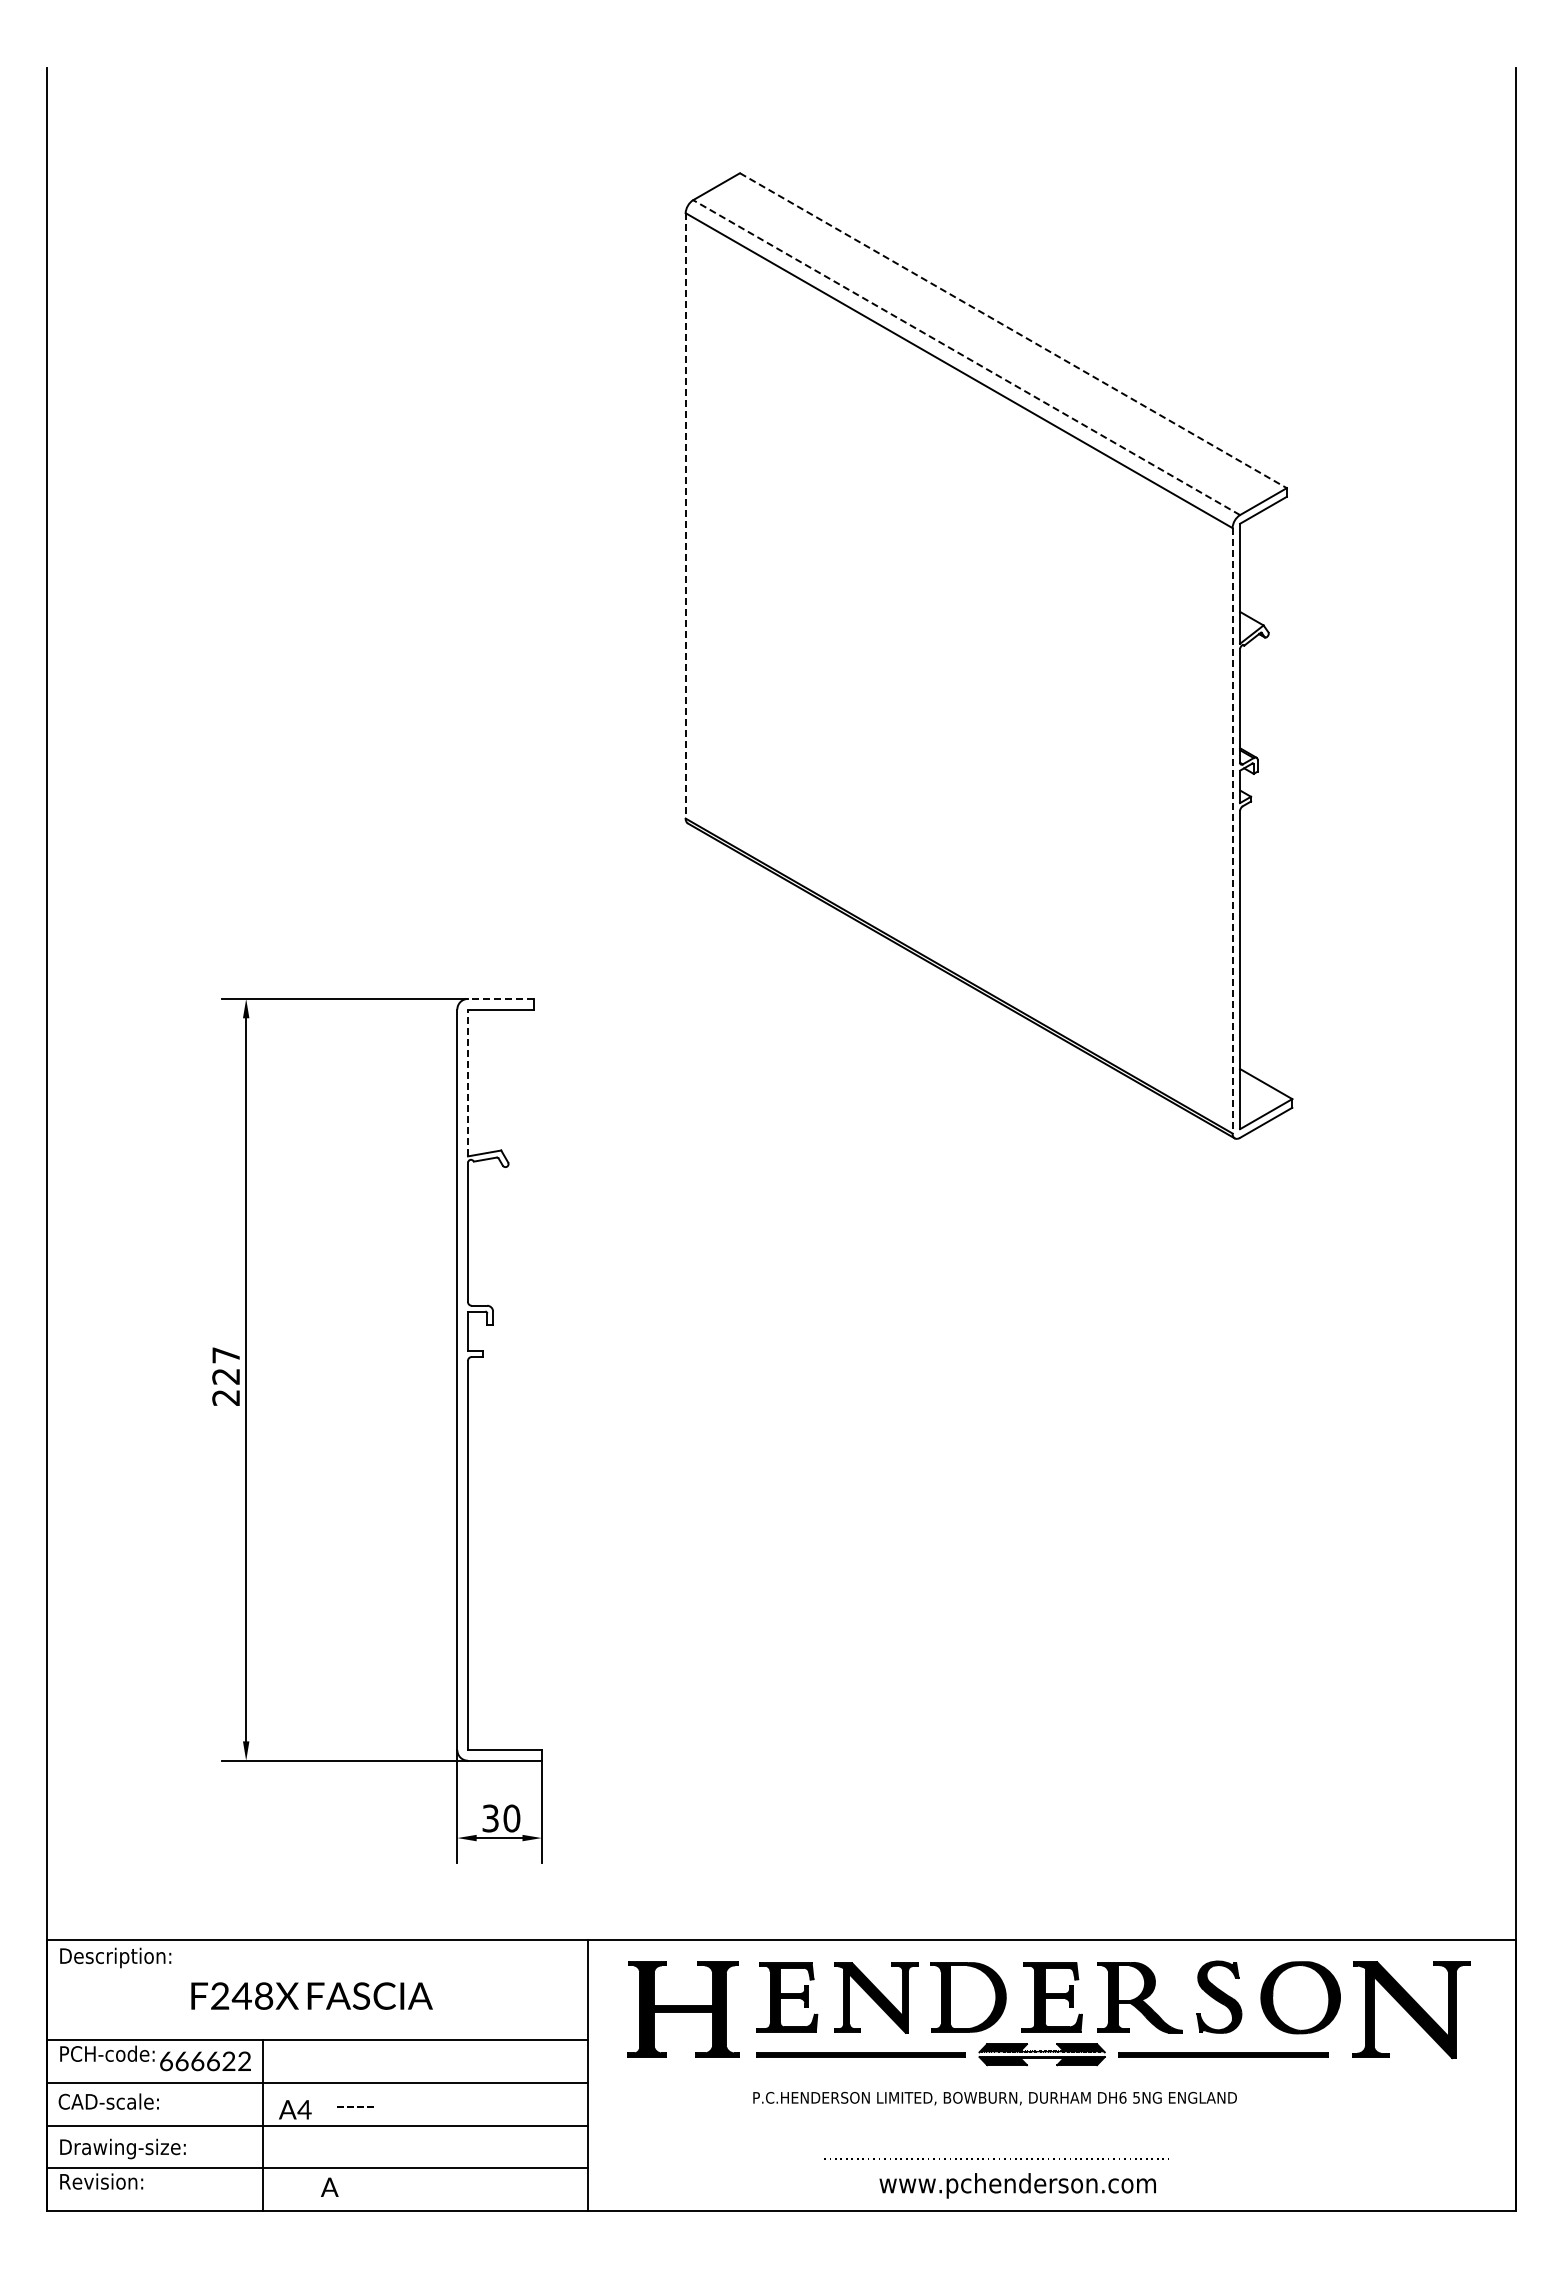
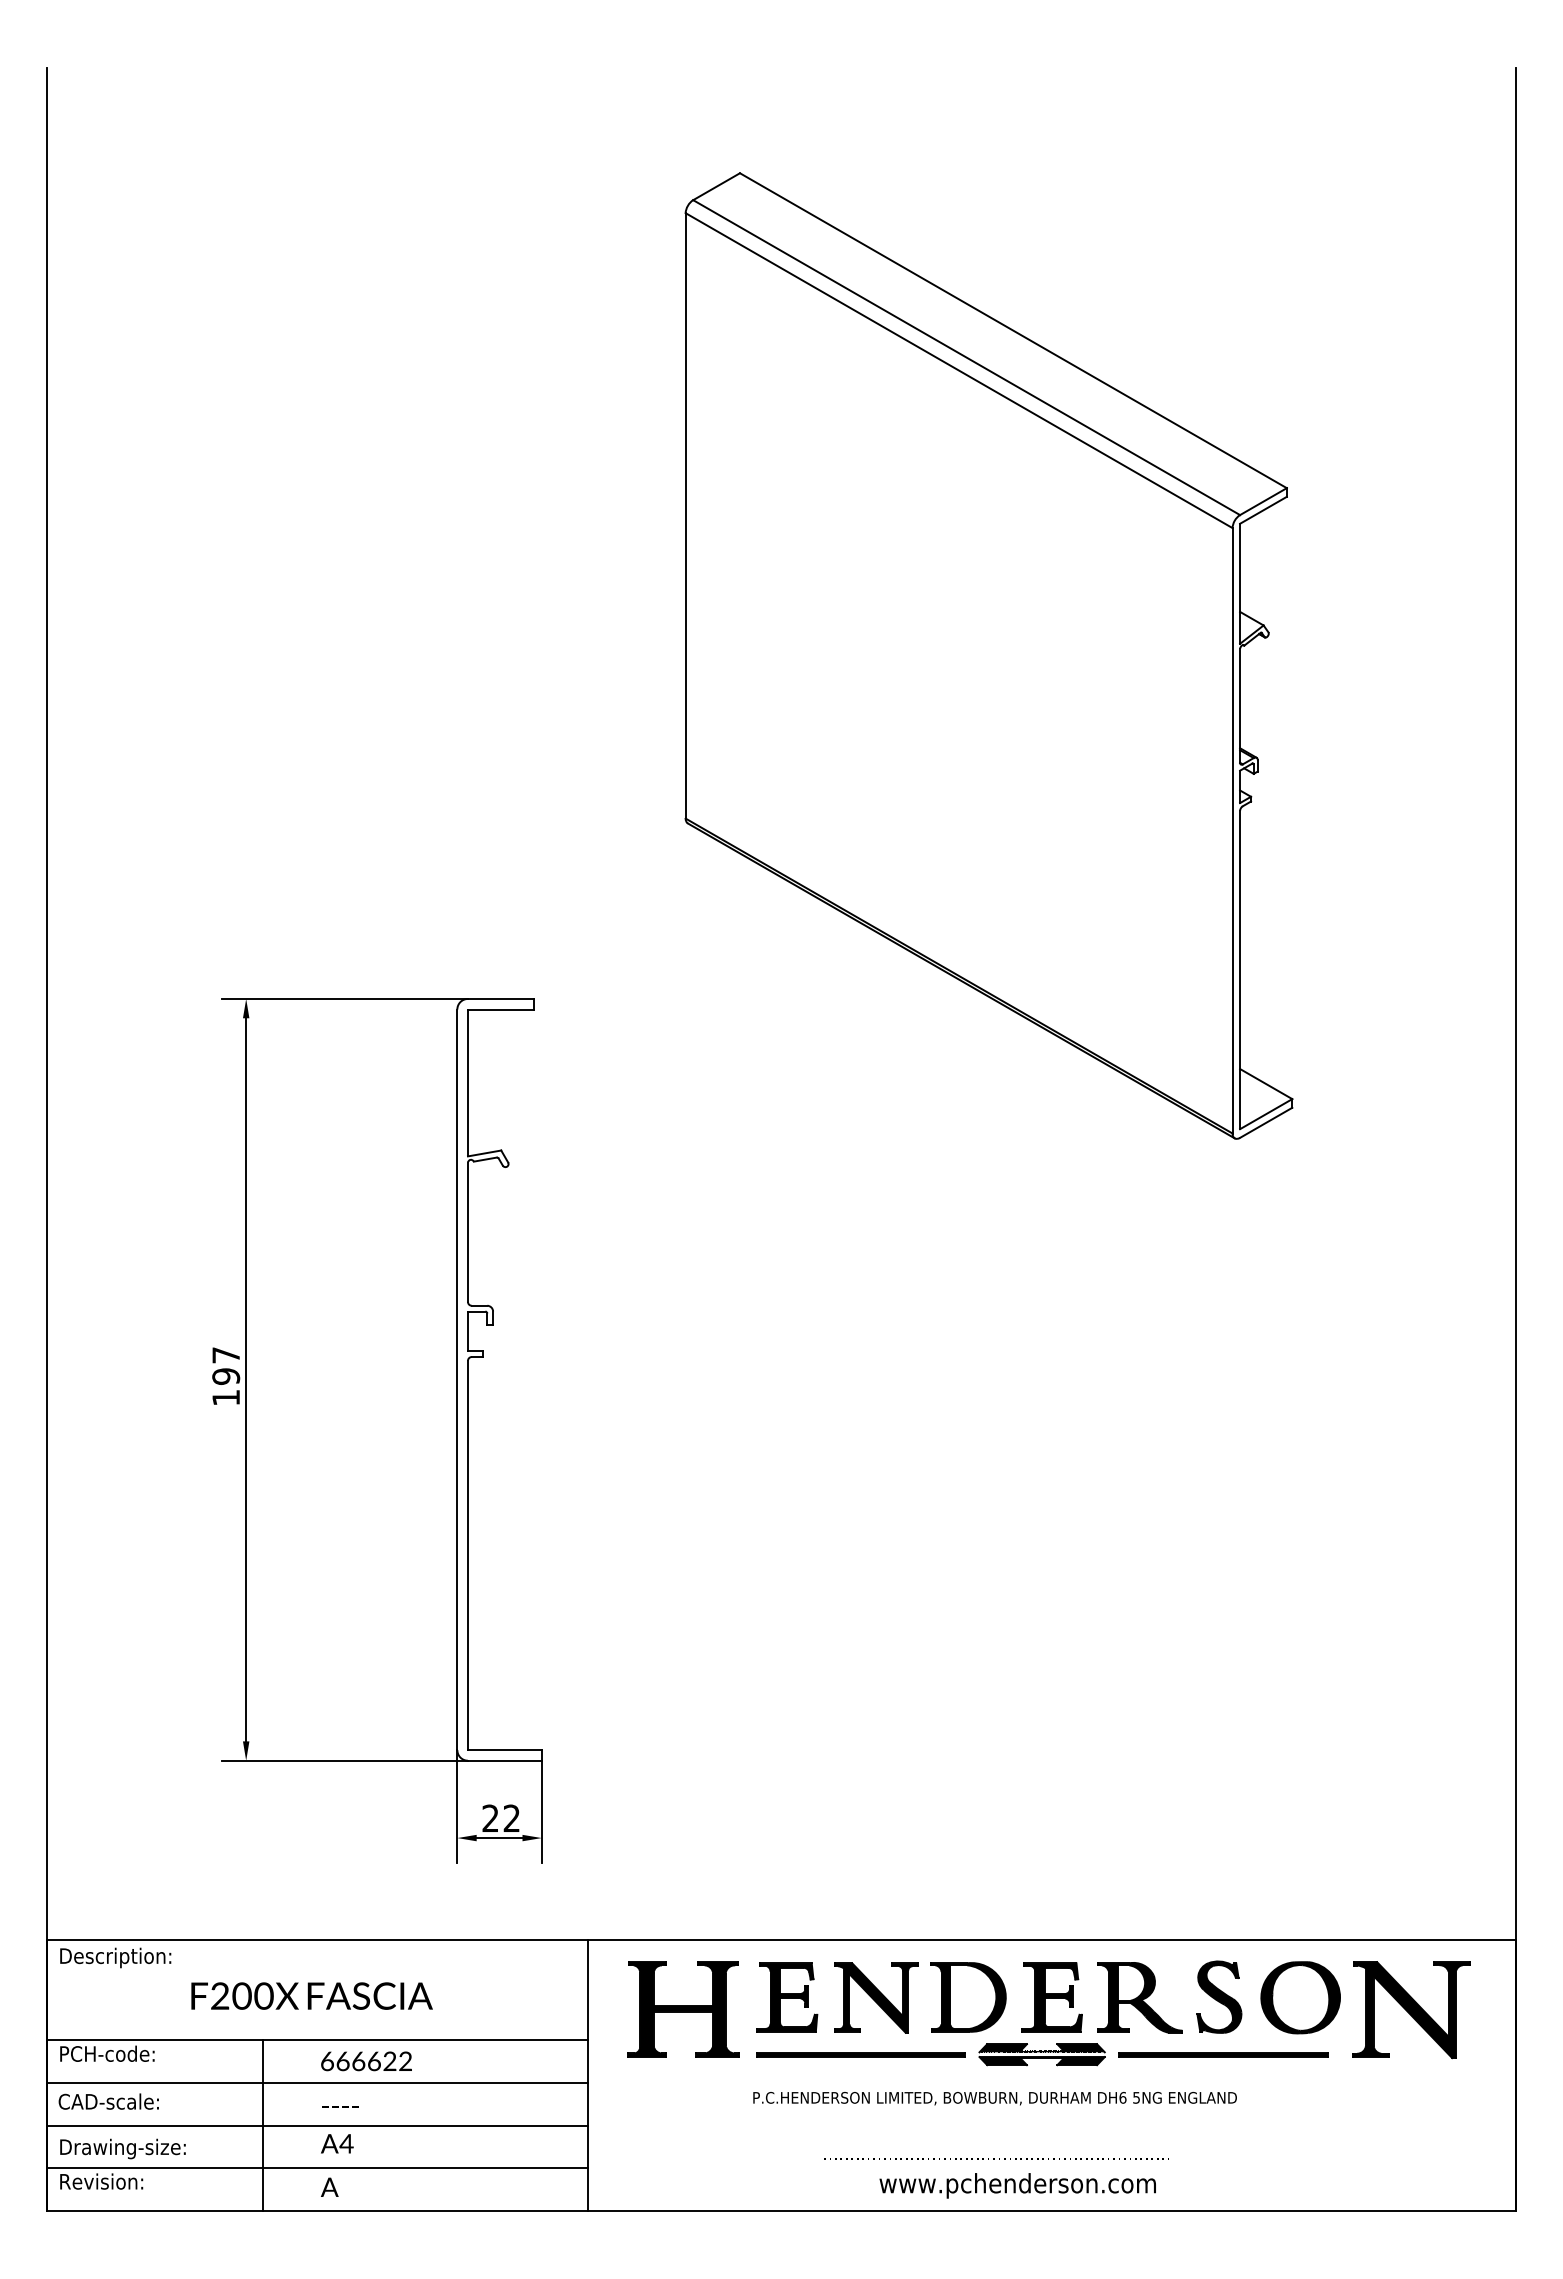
line at (1013, 330): dashed -> solid
line at (966, 357): dashed -> solid
line at (685, 515): dashed -> solid
line at (1232, 830): dashed -> solid
line at (500, 998): dashed -> solid
line at (467, 1082): dashed -> solid
text at (226, 1386): 227 -> 197
text at (501, 1818): 30 -> 22
text at (252, 1995): F248X -> F200X
text at (205, 2061) position: (205, 2061) -> (366, 2061)
text at (355, 2106) position: (355, 2106) -> (340, 2106)
text at (295, 2109) position: (295, 2109) -> (337, 2143)
